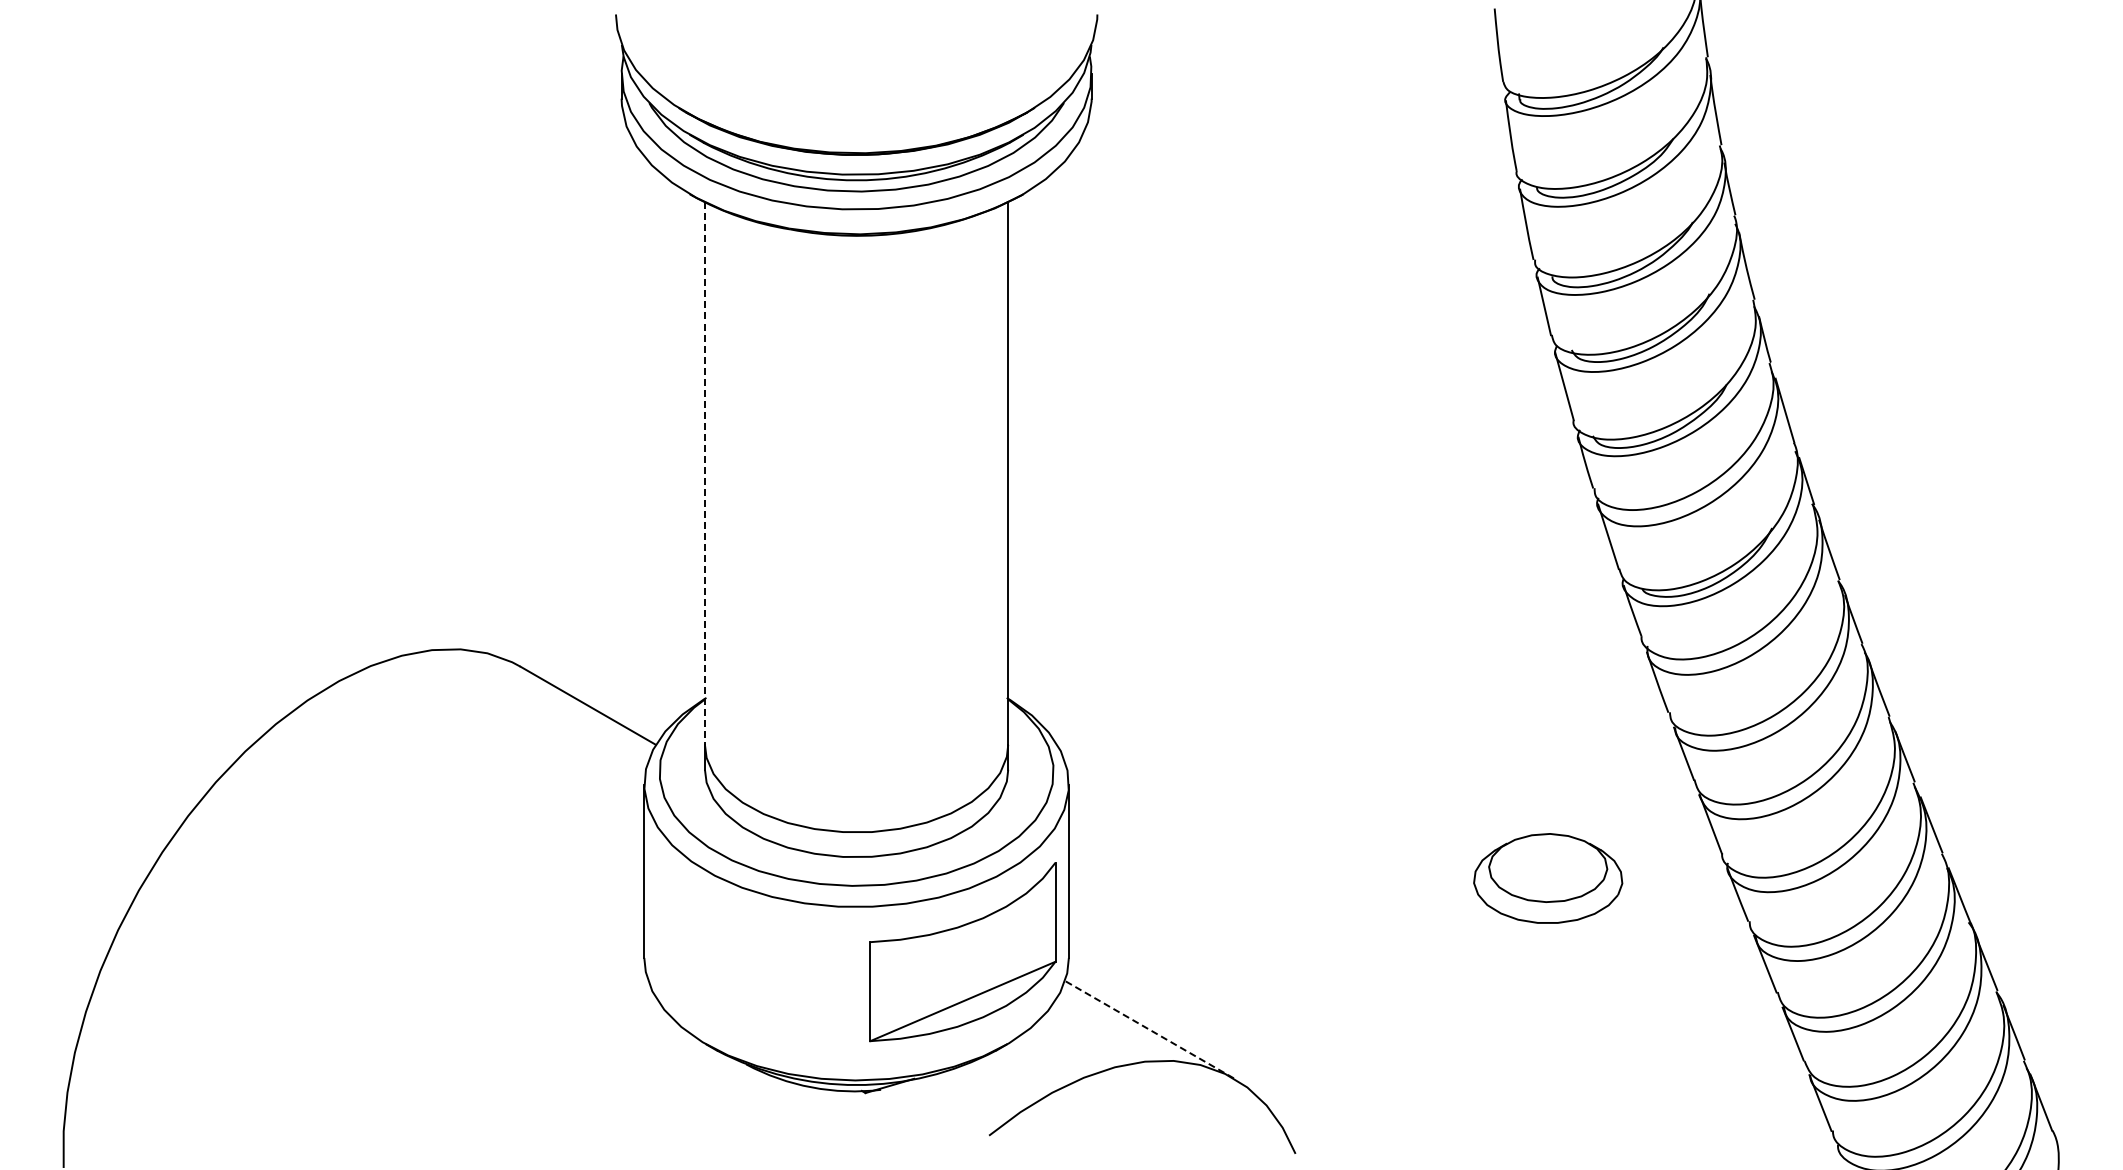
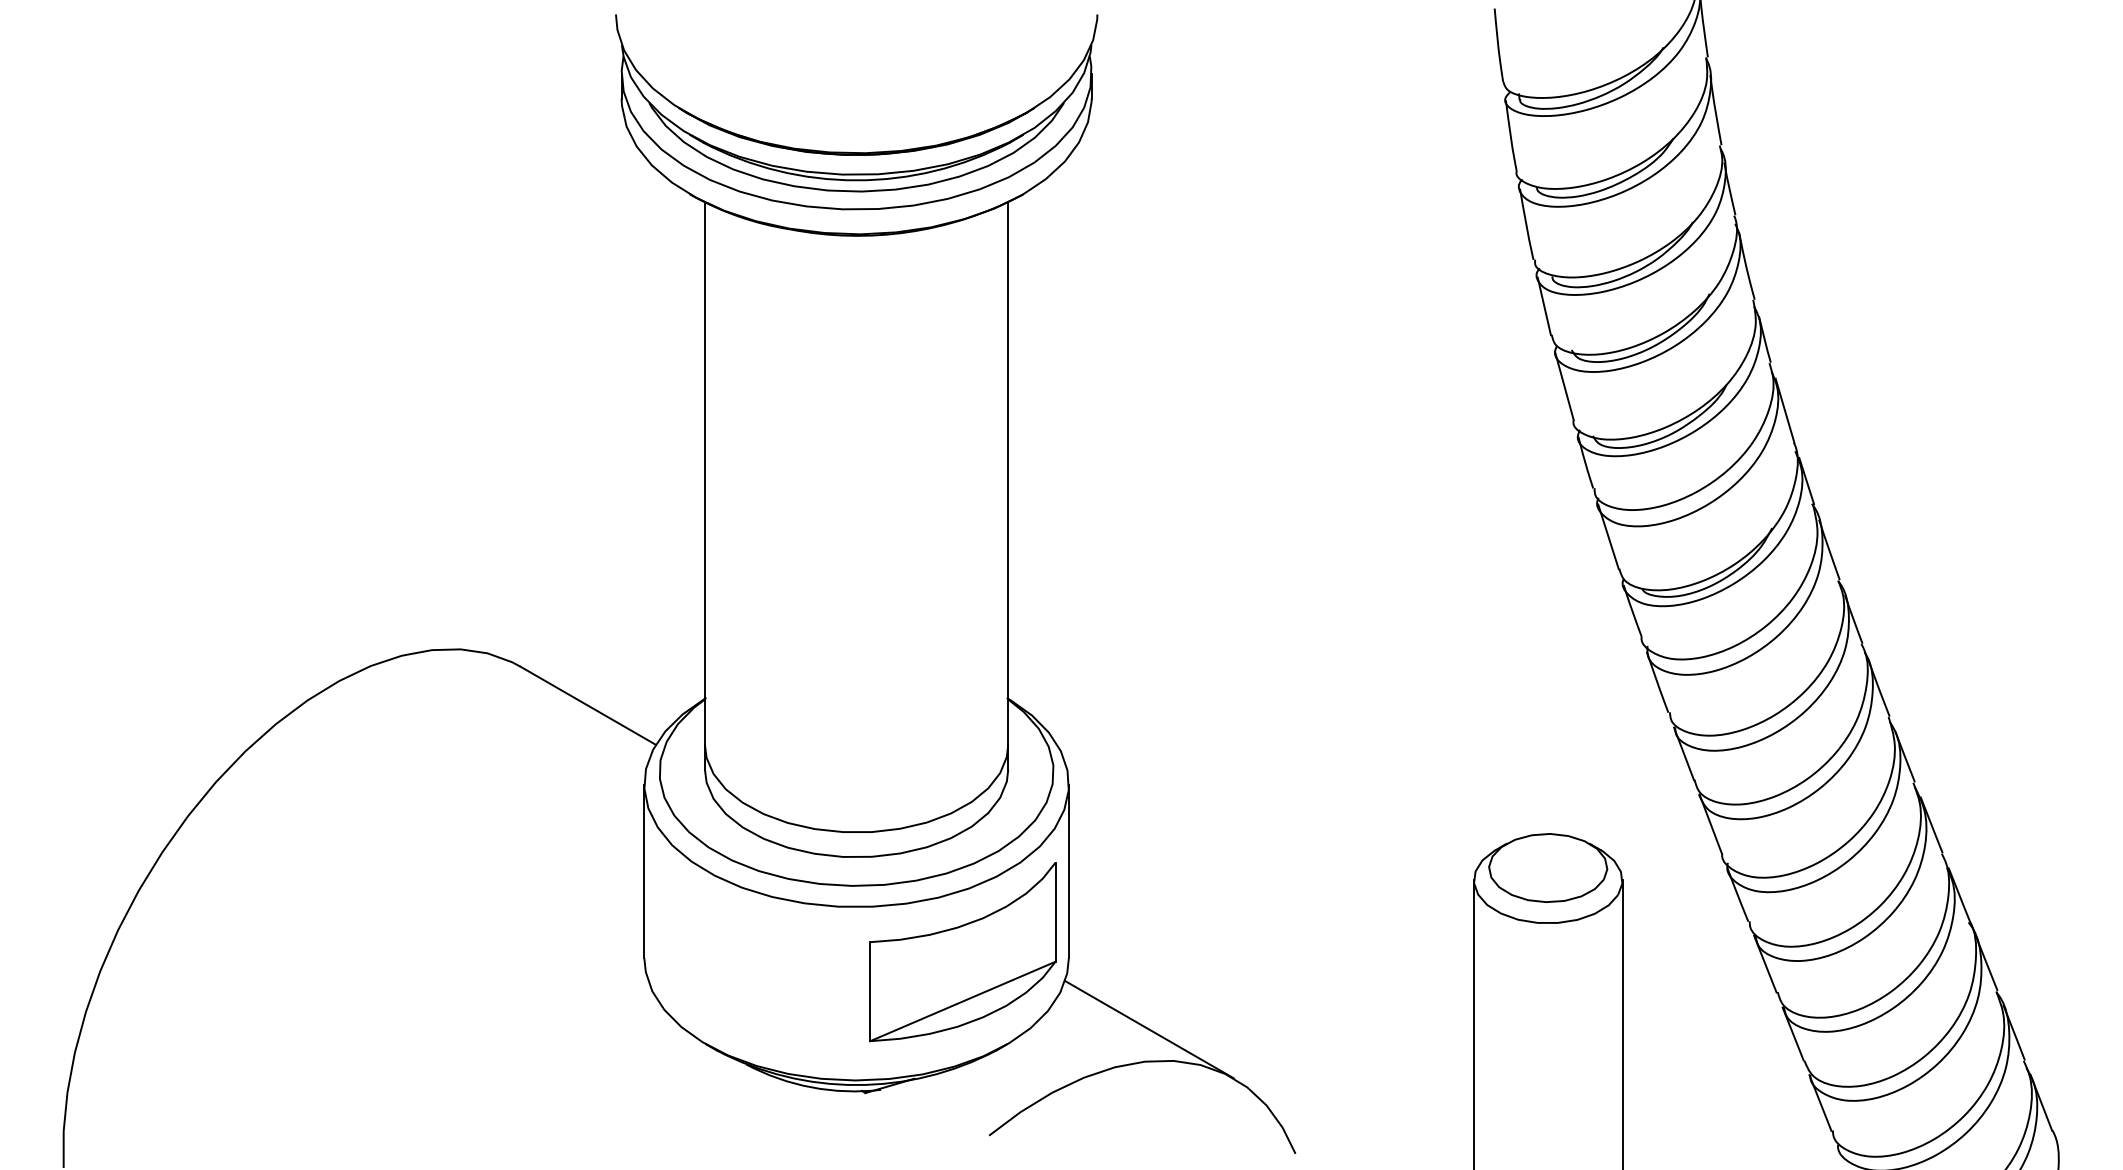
line at (704, 474): dashed -> solid
line at (1473, 1023): none -> present
line at (1622, 1023): none -> present
line at (1149, 1029): dashed -> solid
